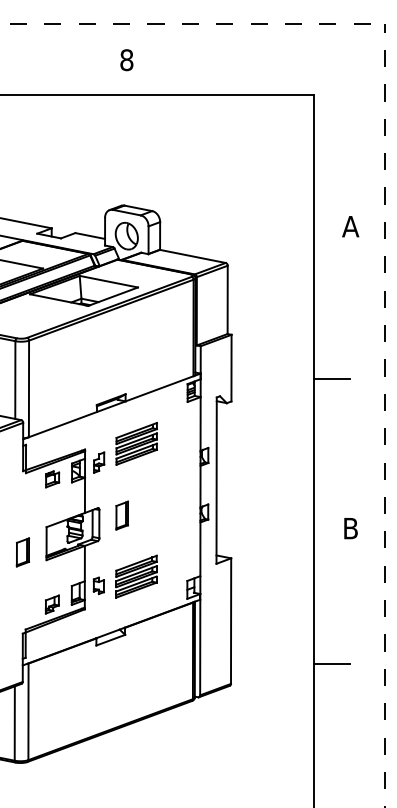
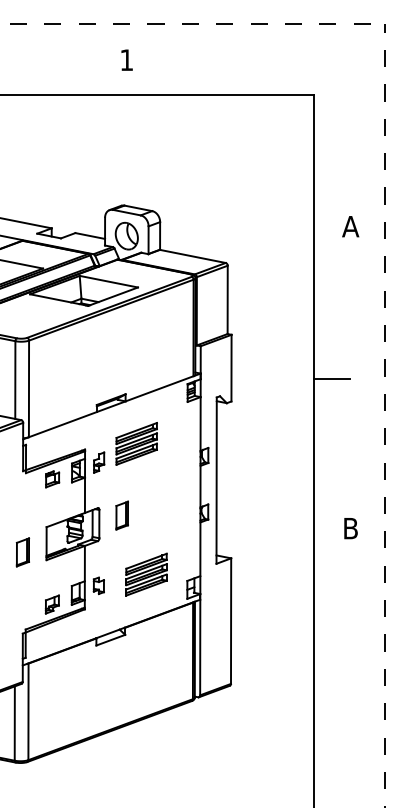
text at (126, 60): 8 -> 1
part at (136, 576) position: (136, 576) -> (146, 574)
line at (331, 663): present -> none
